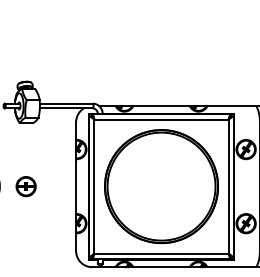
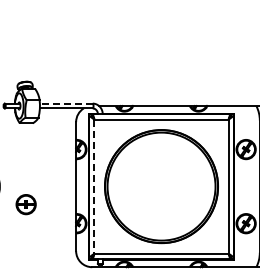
line at (65, 103): solid -> dashed
part at (25, 186) position: (25, 186) -> (25, 204)
line at (94, 187): solid -> dashed
